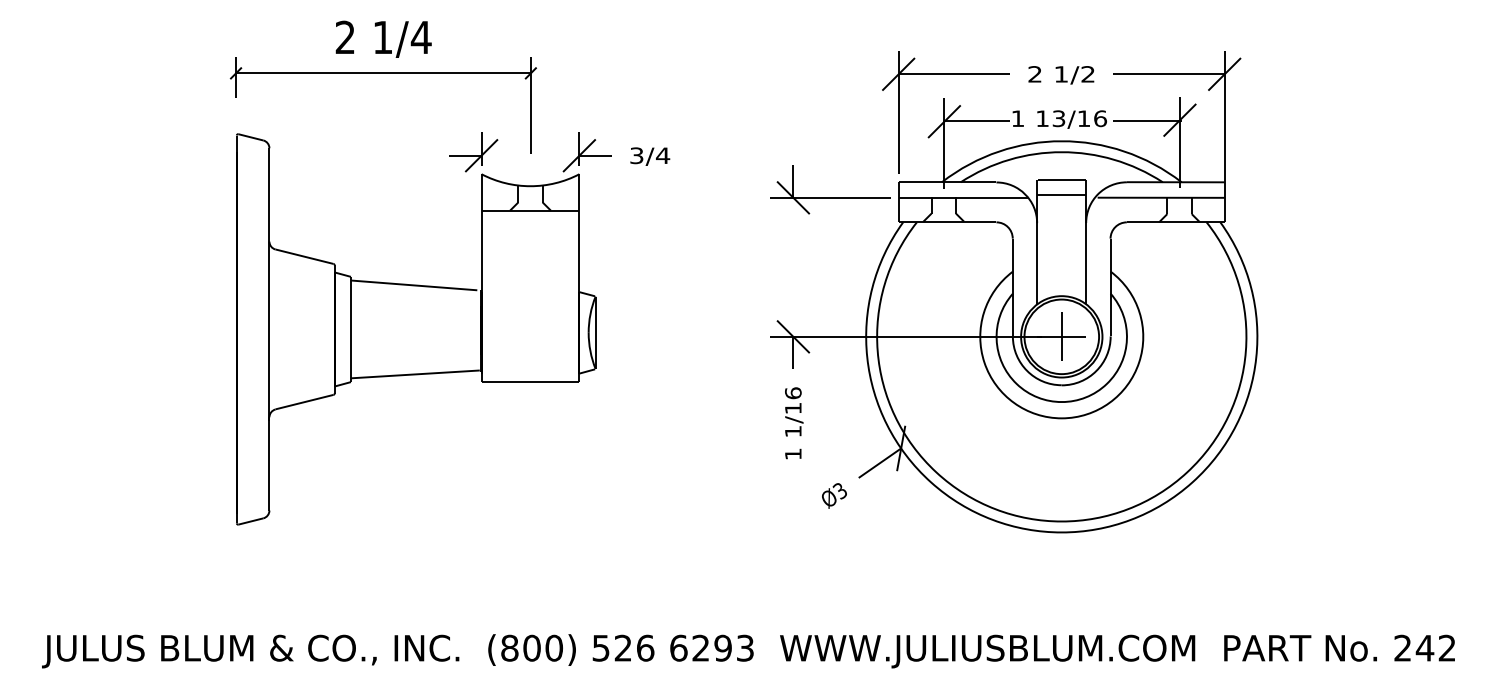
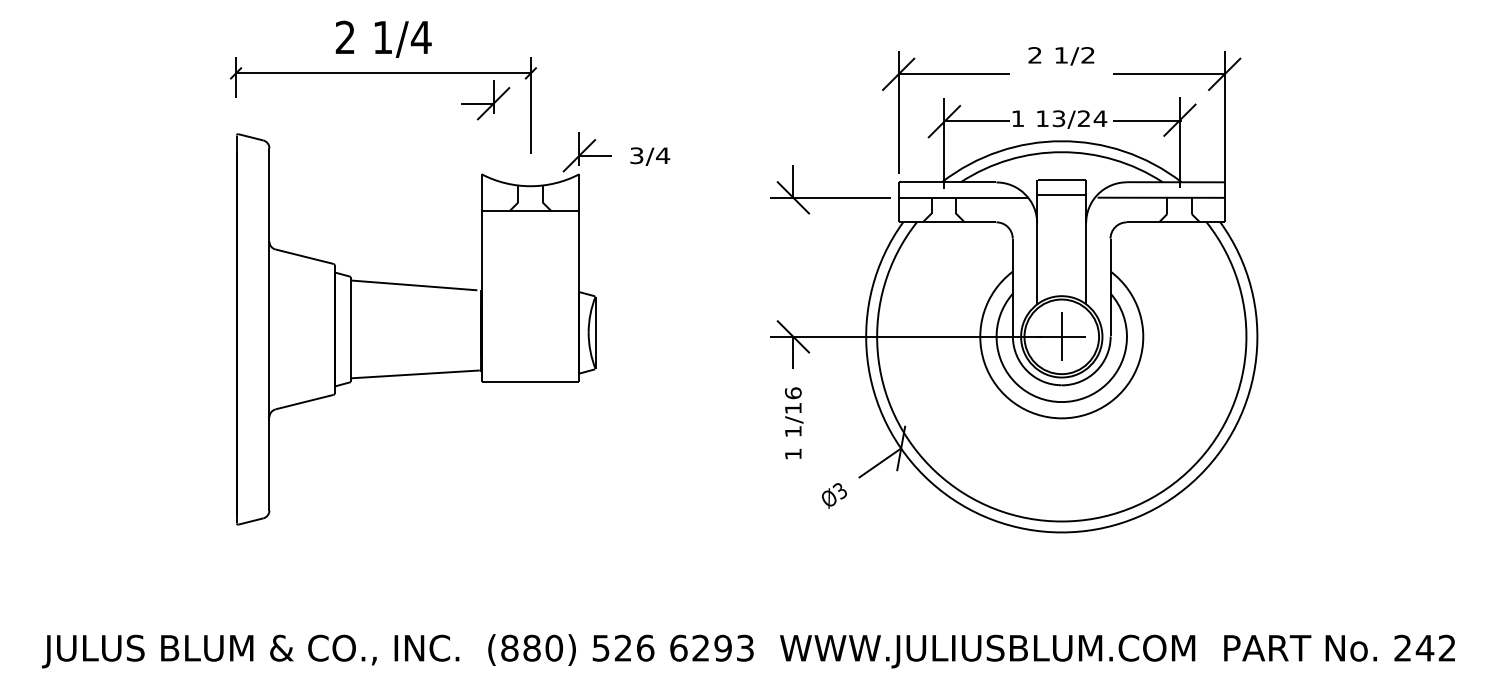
text at (1061, 75) position: (1061, 75) -> (1061, 56)
text at (1092, 118): 13/16 -> 13/24
part at (473, 152) position: (473, 152) -> (485, 100)
text at (531, 648): (800) -> (880)
